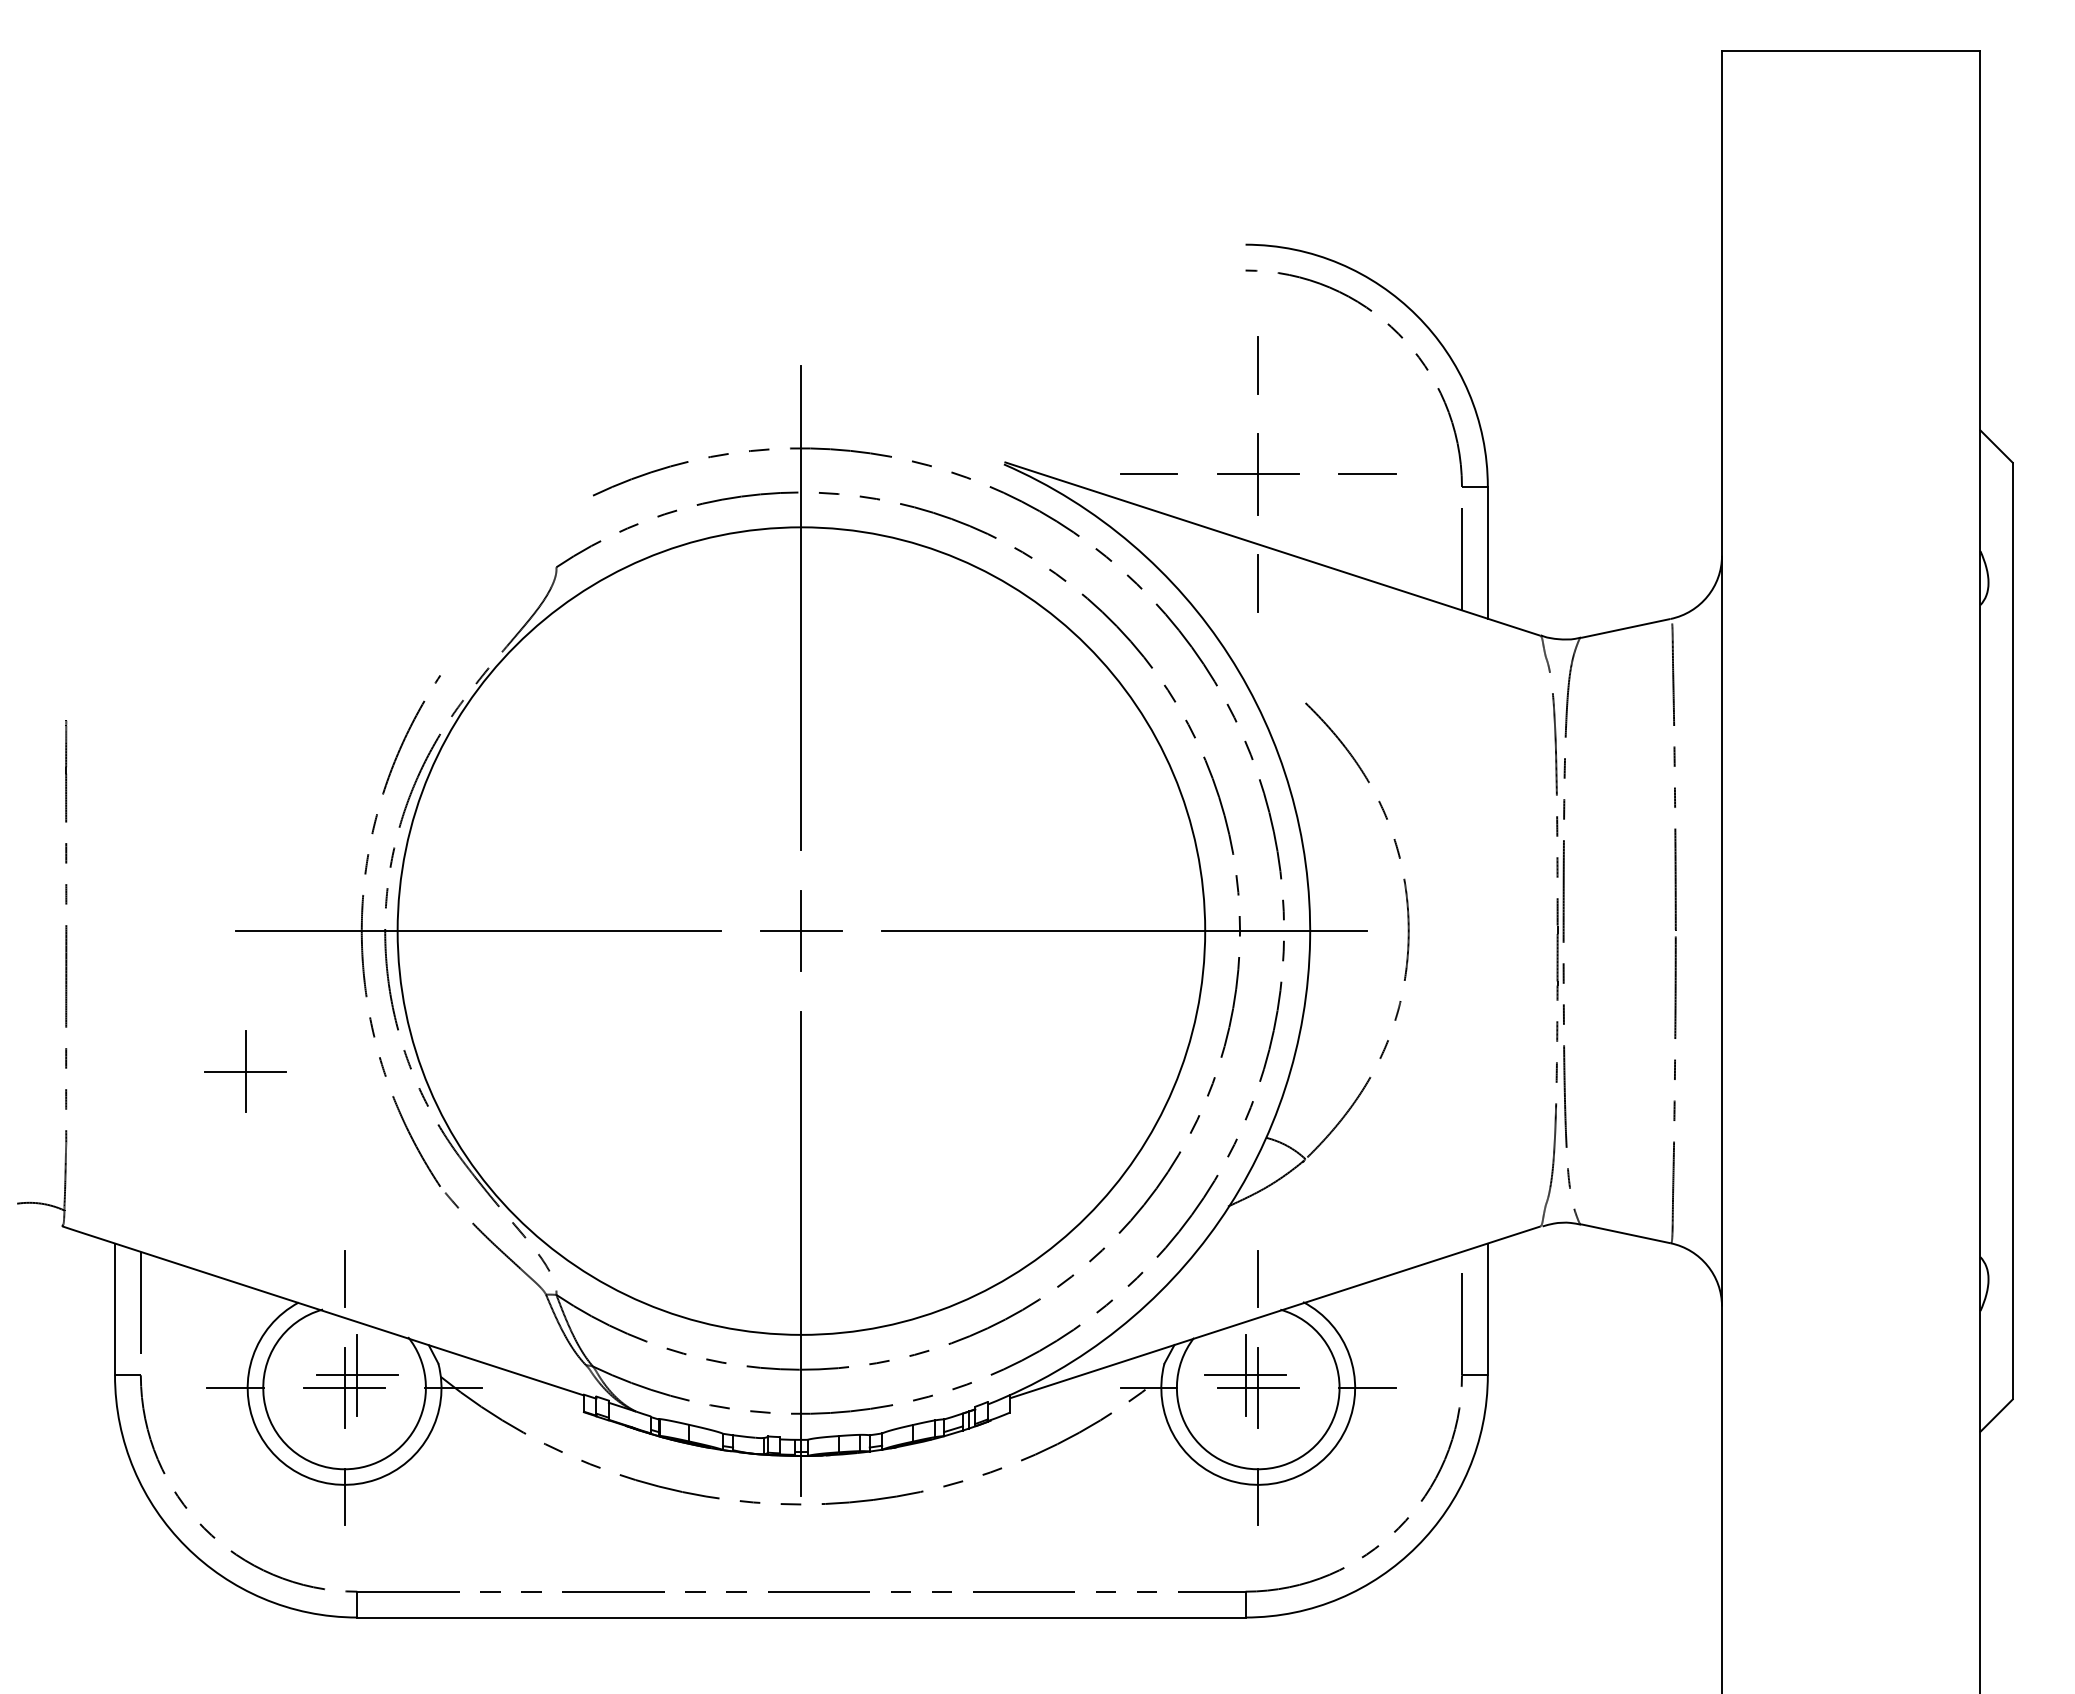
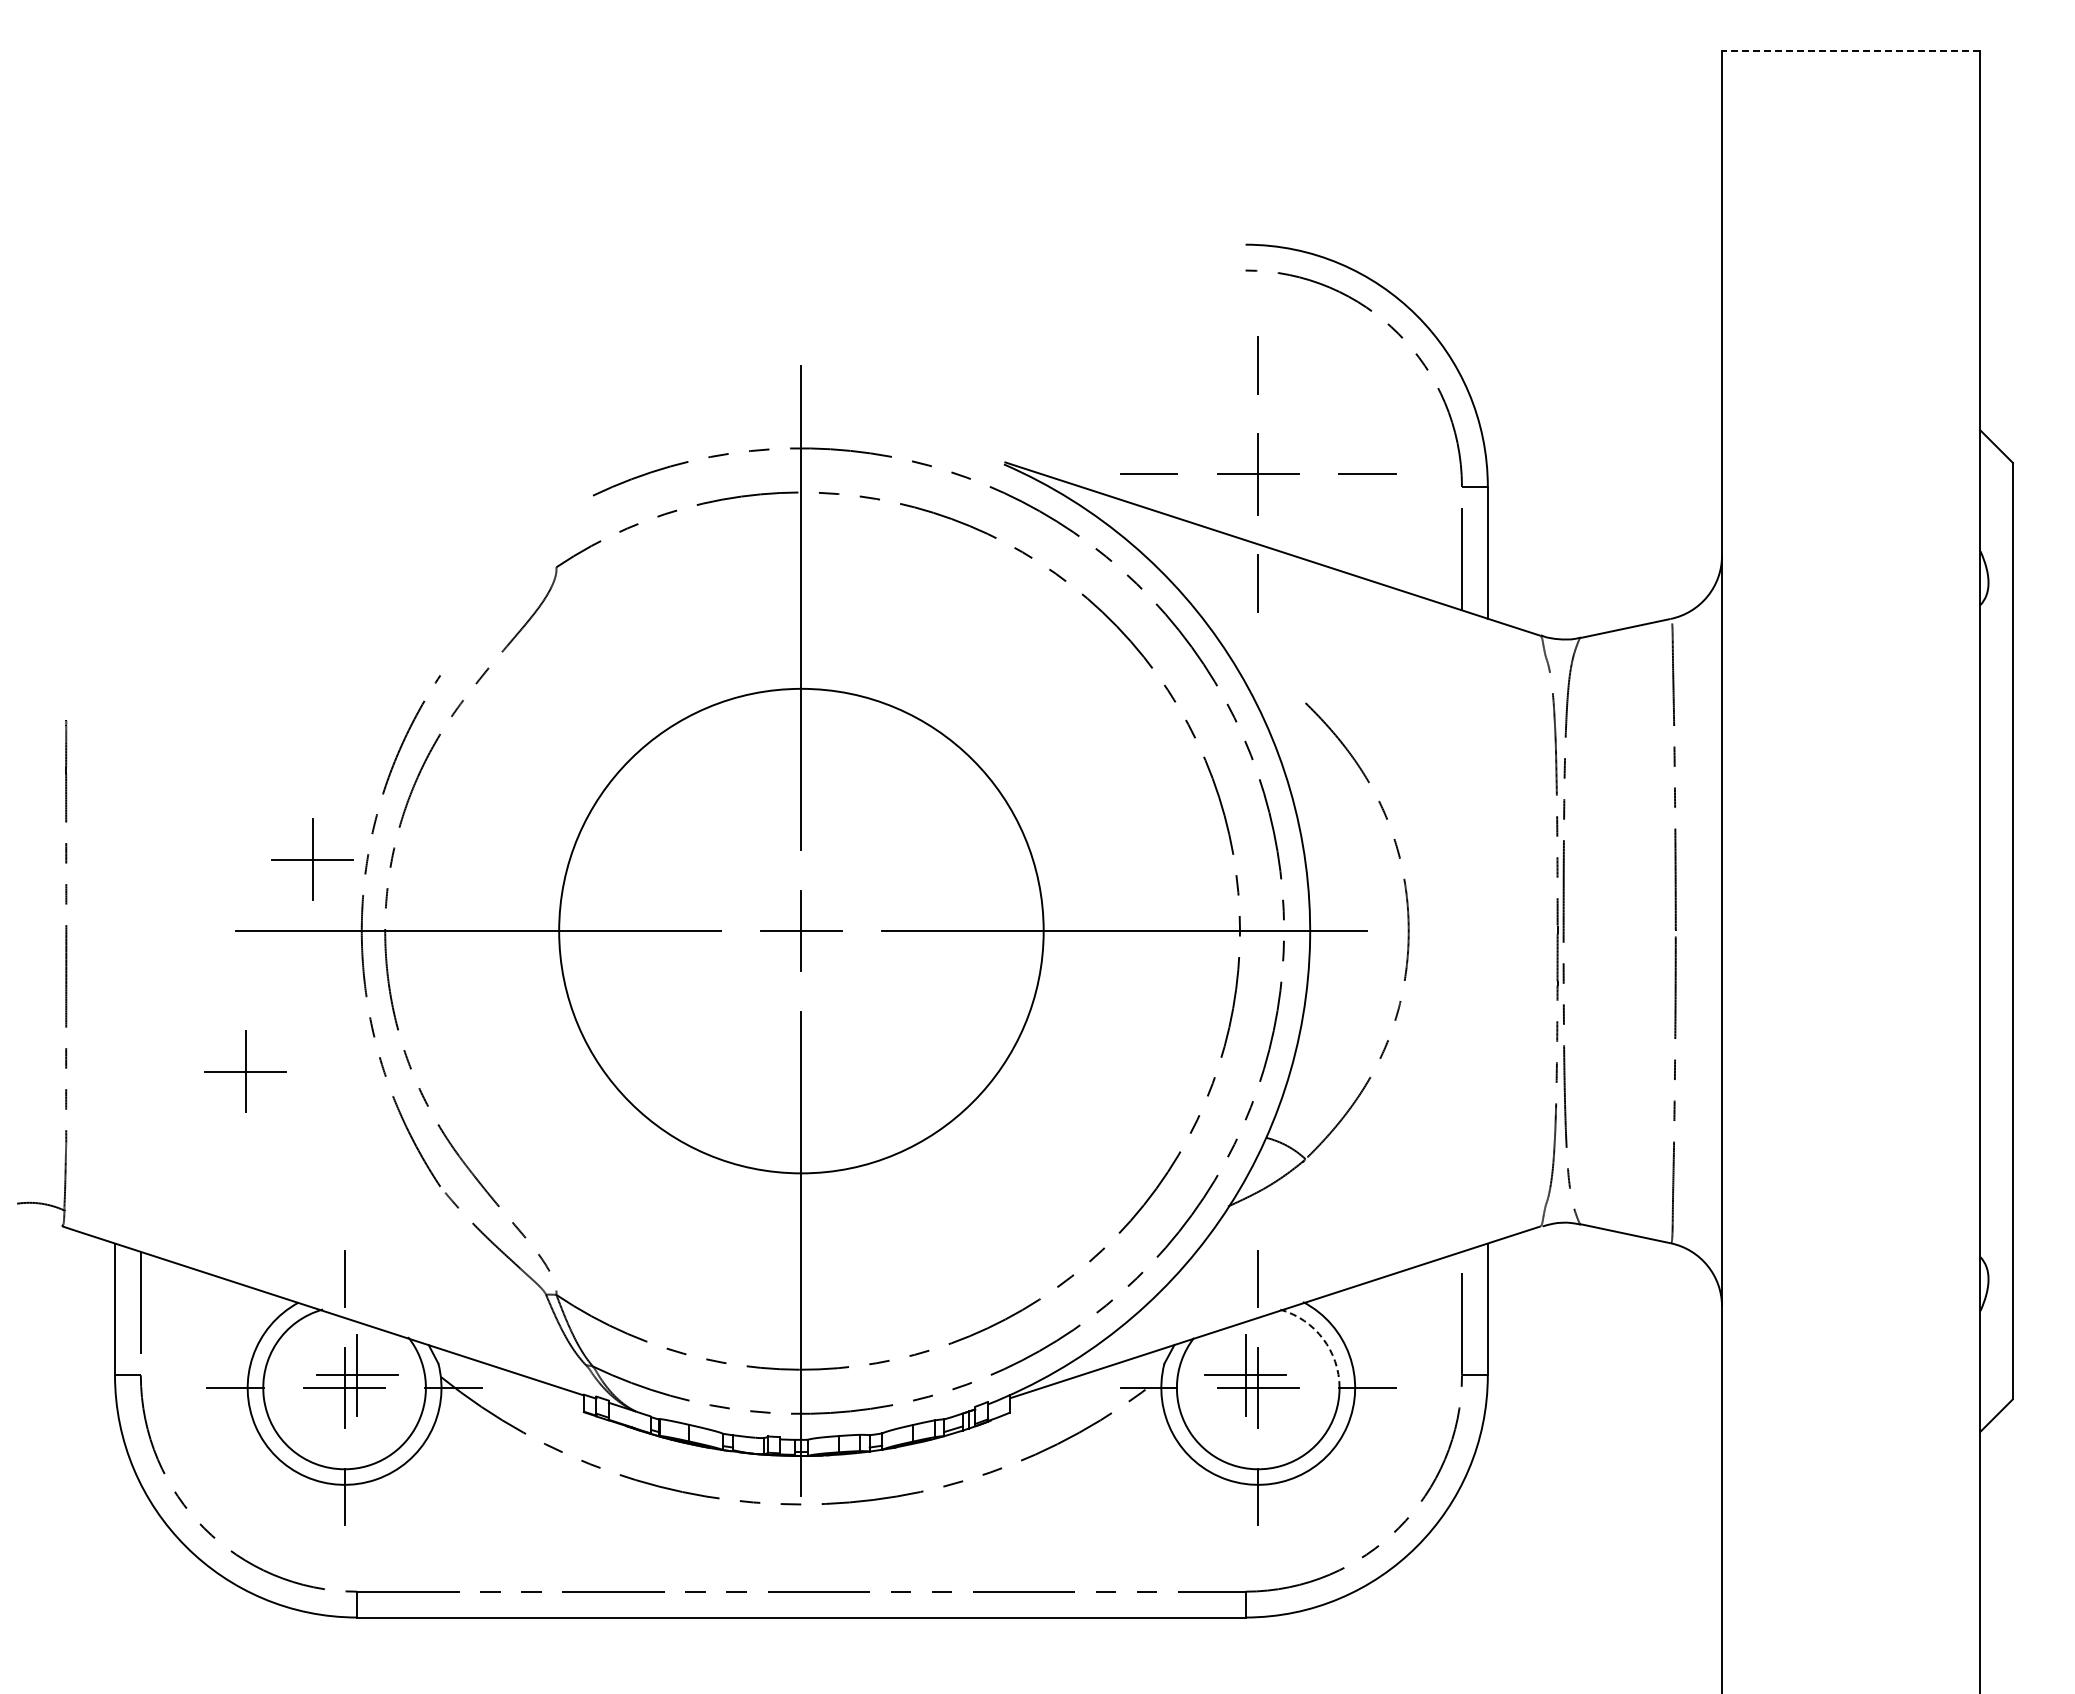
line at (1850, 50): solid -> dashed
part at (312, 859): none -> present
circle at (801, 930) diameter: 808 px -> 485 px
arc at (1323, 1338): solid -> dashed
